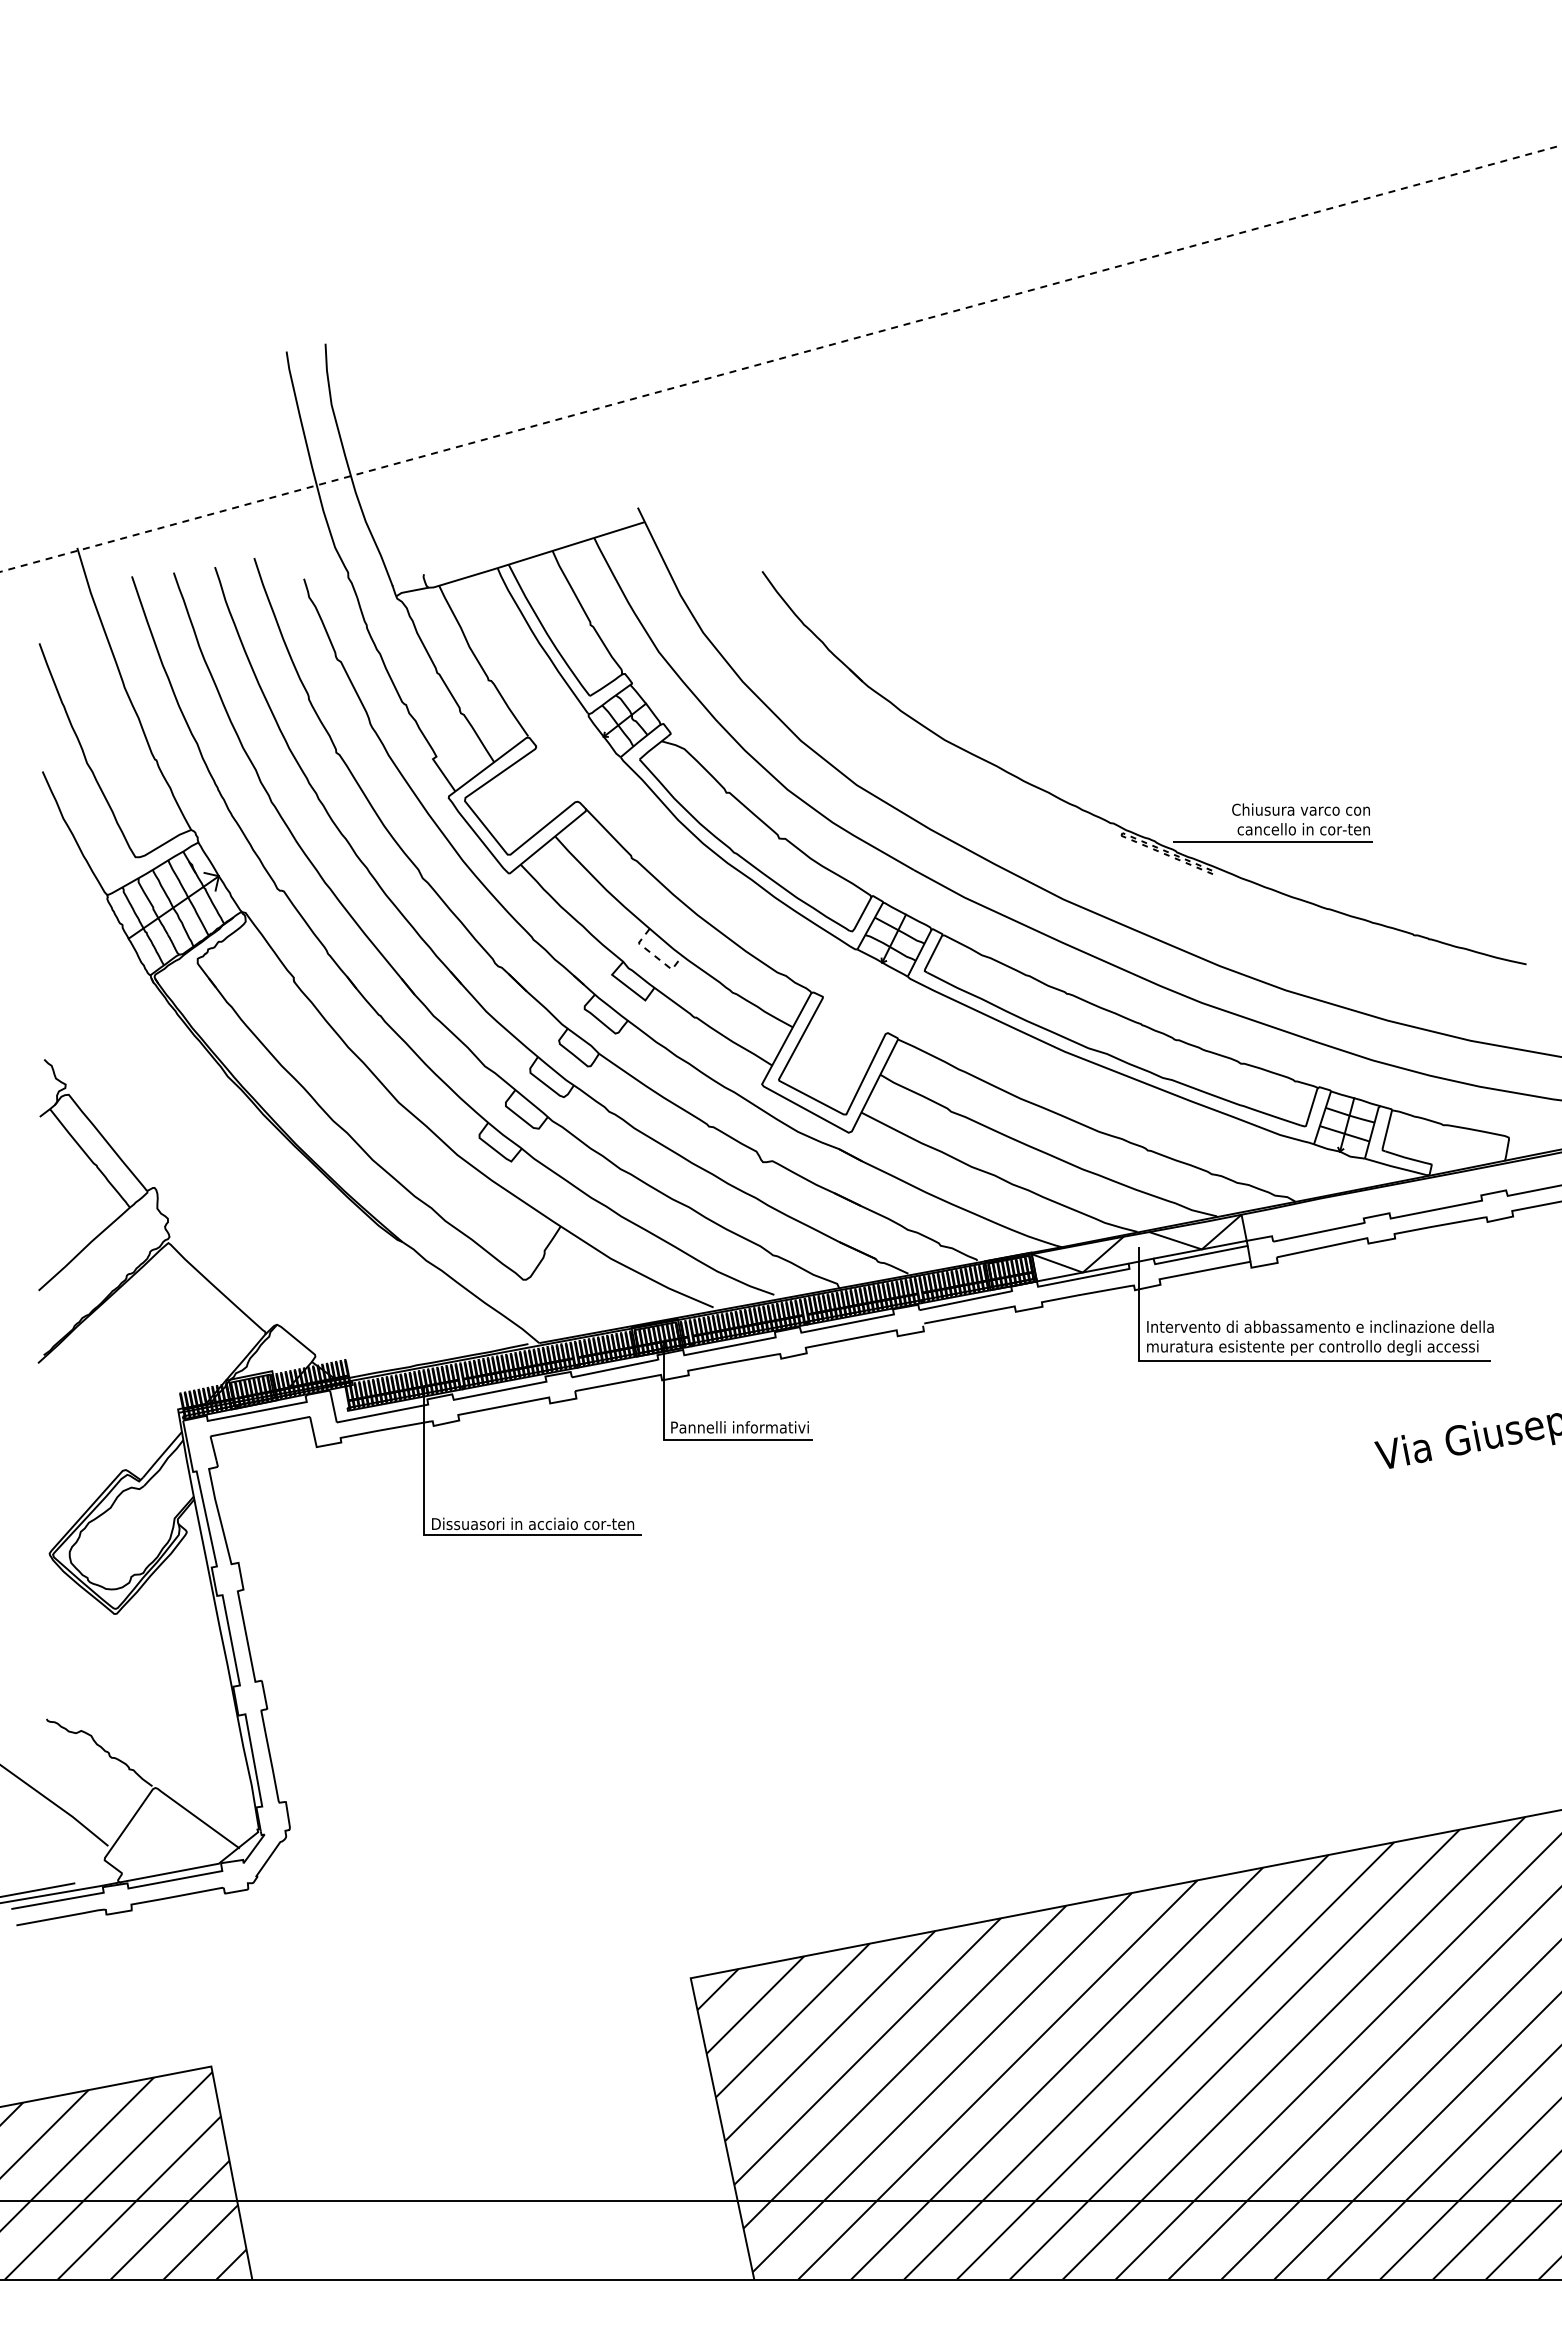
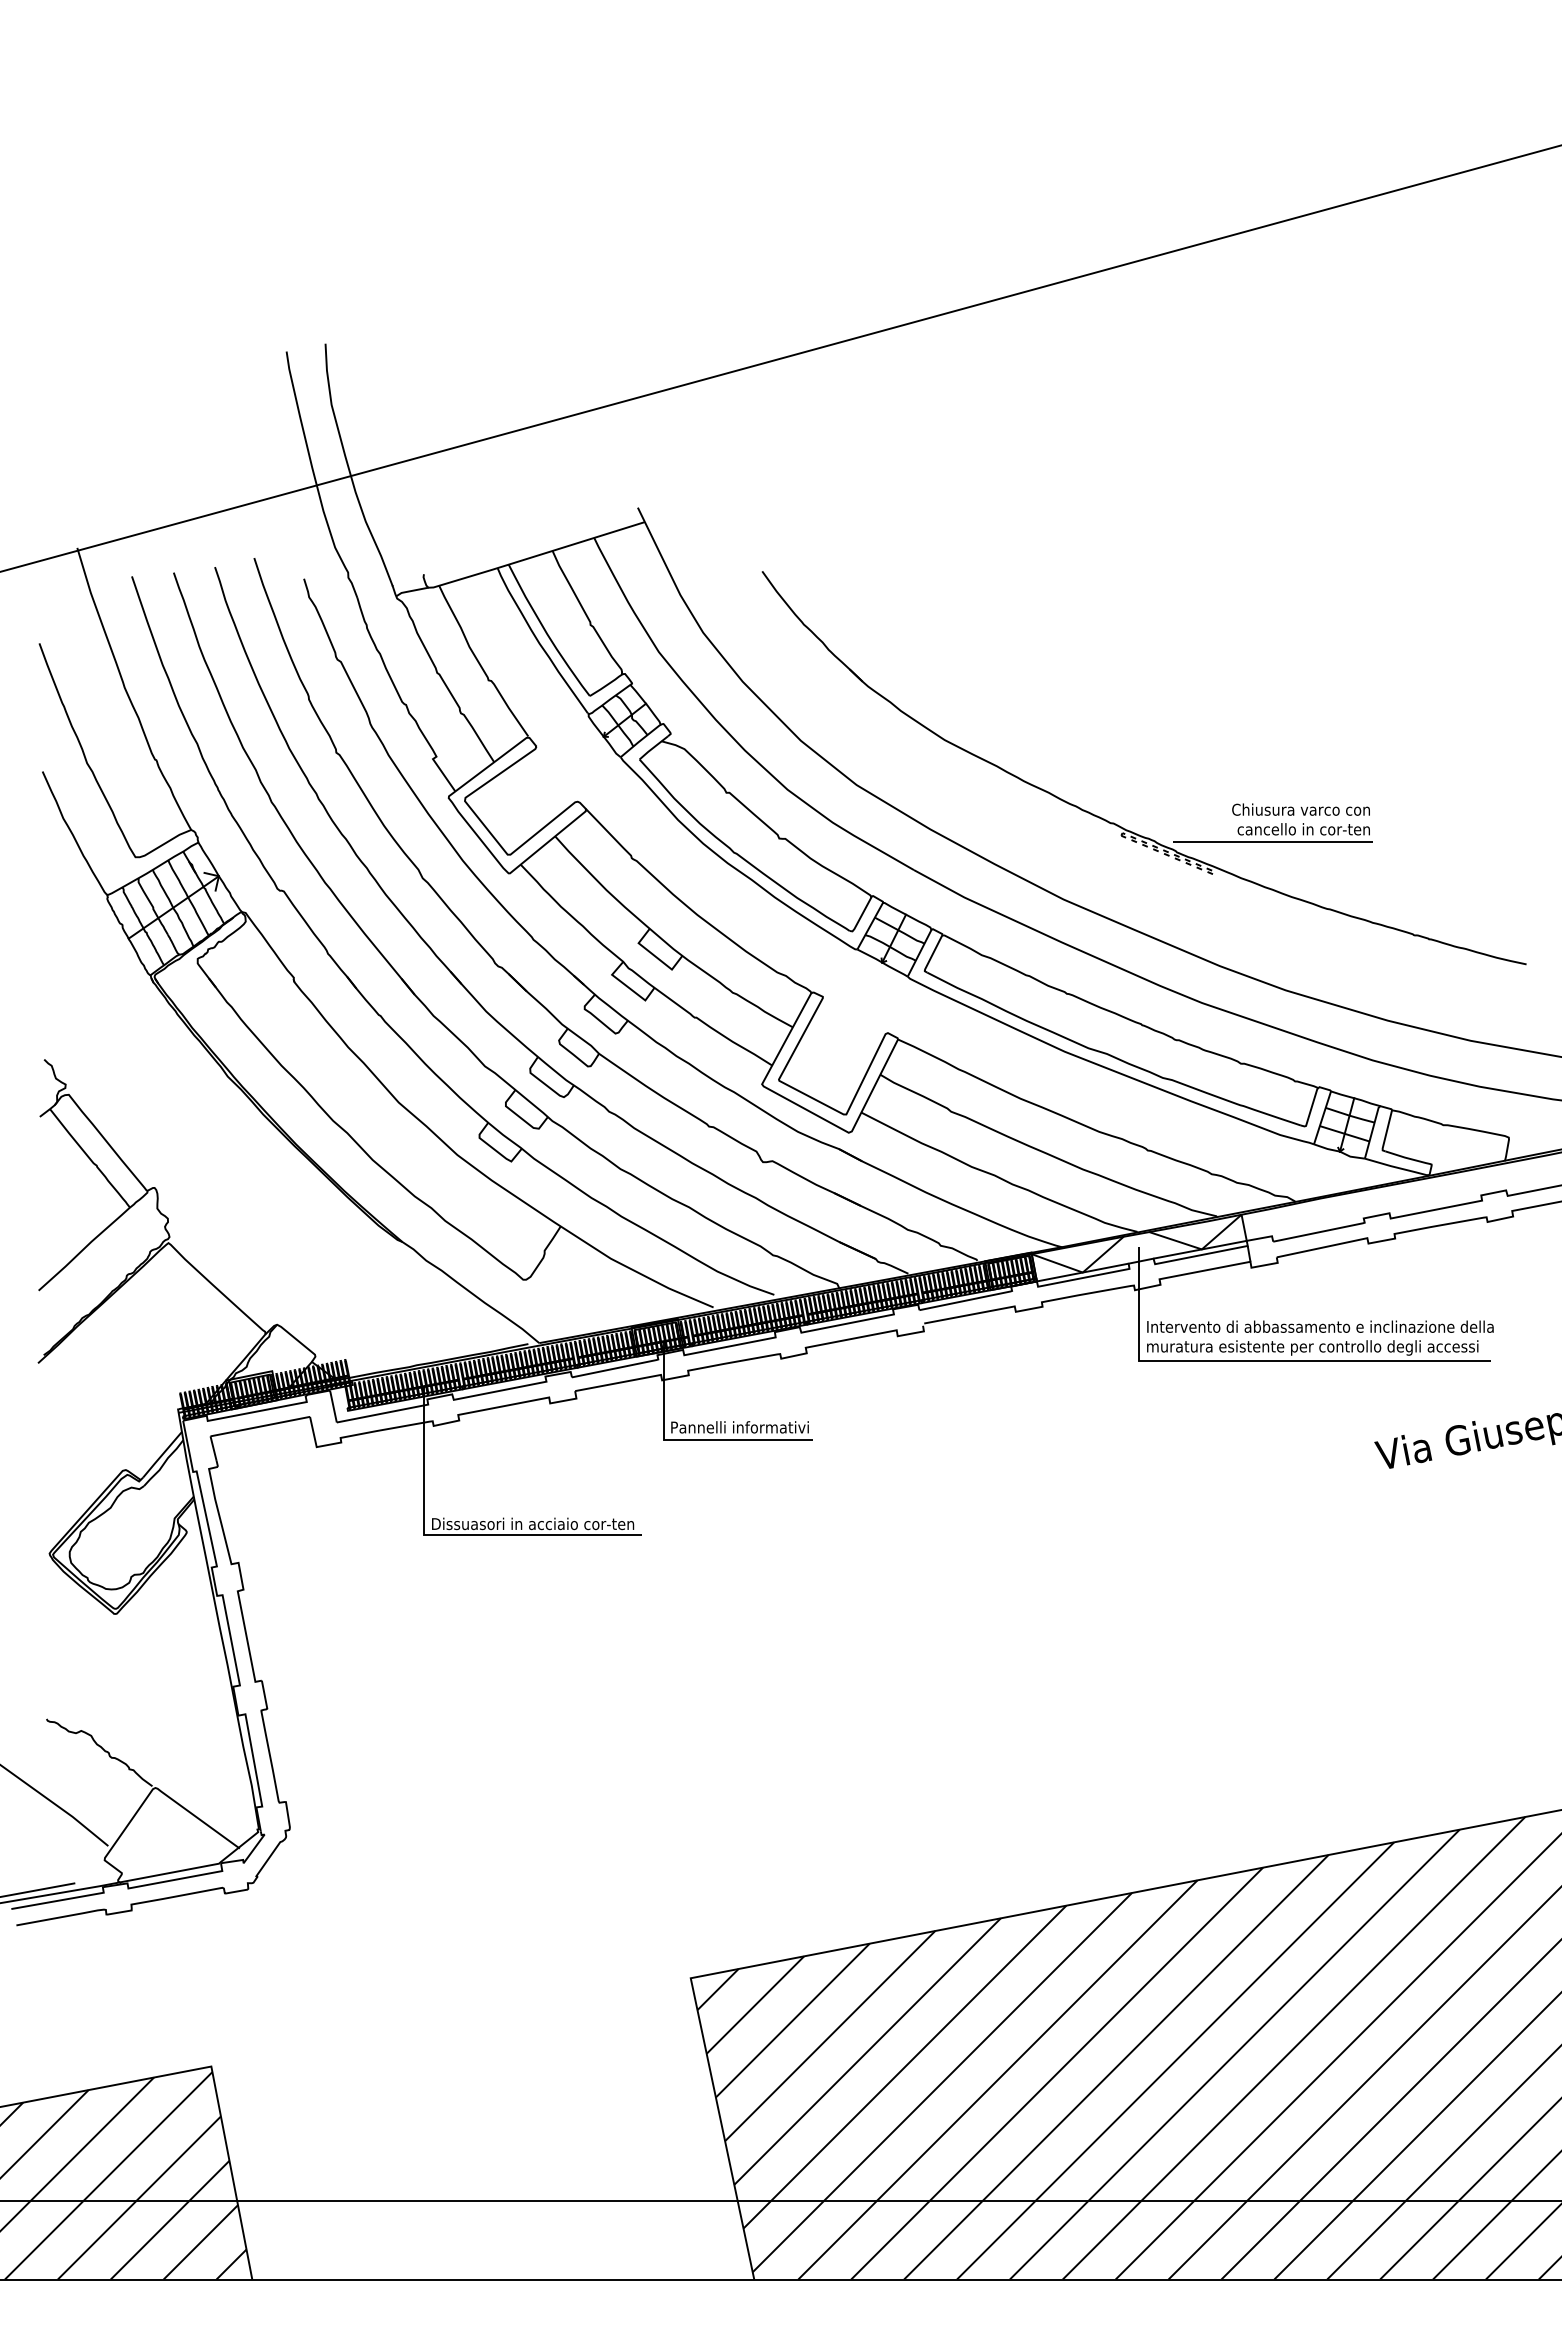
line at (780, 358): dashed -> solid
line at (654, 956): dashed -> solid
